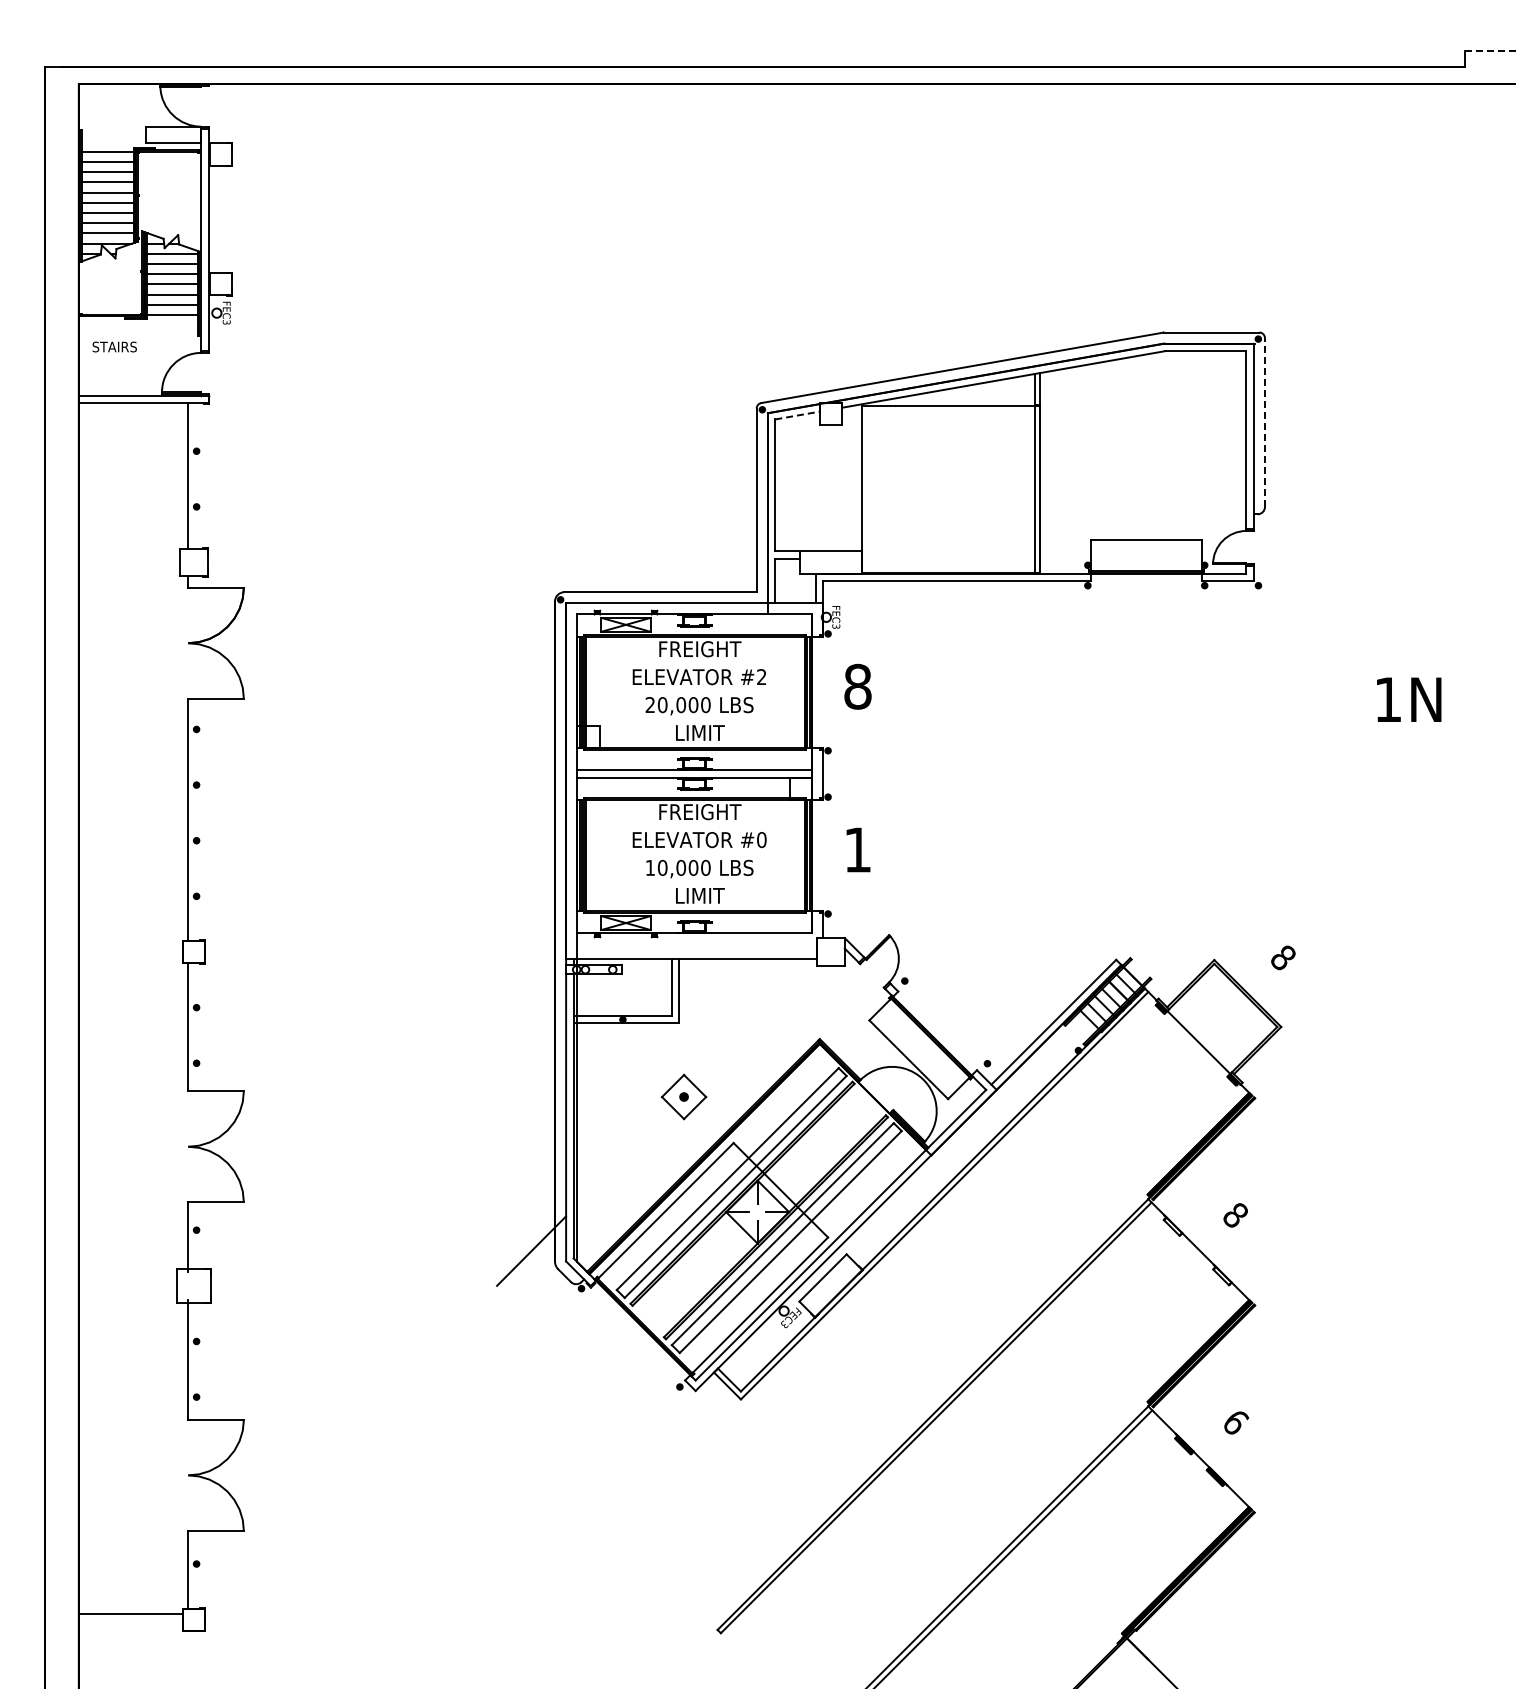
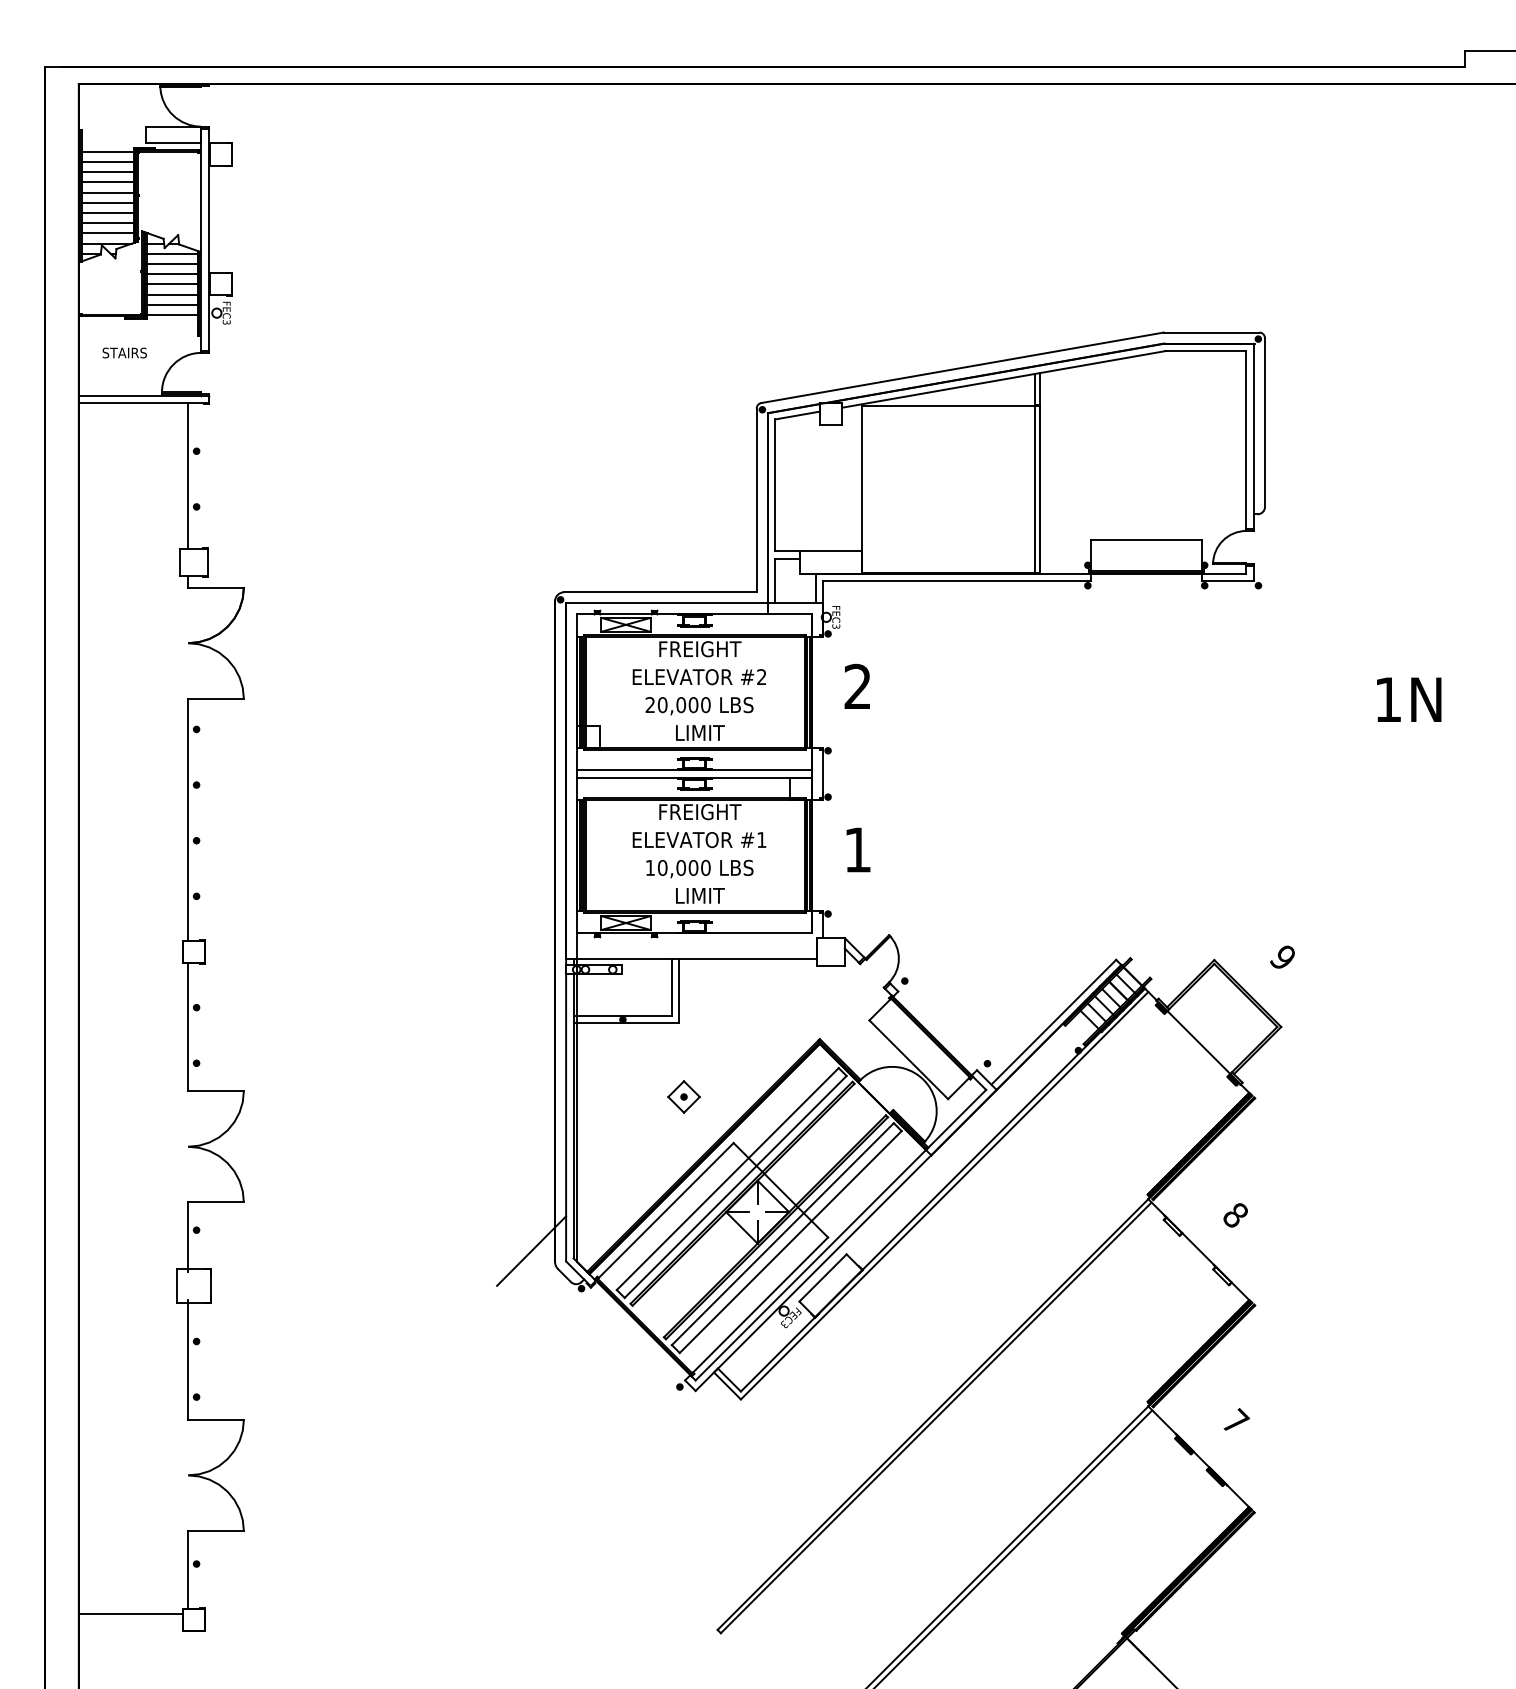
line at (1490, 50): dashed -> solid
text at (114, 346) position: (114, 346) -> (124, 352)
line at (797, 415): dashed -> solid
line at (1264, 422): dashed -> solid
text at (857, 686): 8 -> 2
text at (761, 840): #0 -> #1
text at (1282, 958): 8 -> 9
part at (684, 1096) size: 47x48 px -> 34x34 px
text at (1236, 1421): 6 -> 7
